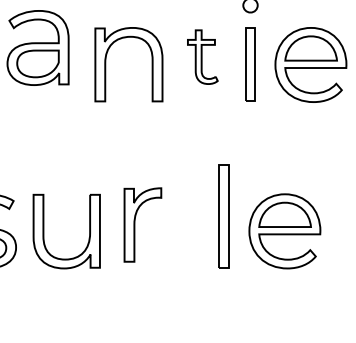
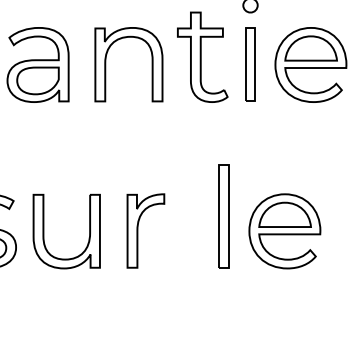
part at (37, 47) position: (37, 47) -> (37, 64)
part at (202, 56) size: 32x56 px -> 52x92 px
part at (135, 224) position: (135, 224) -> (138, 230)
